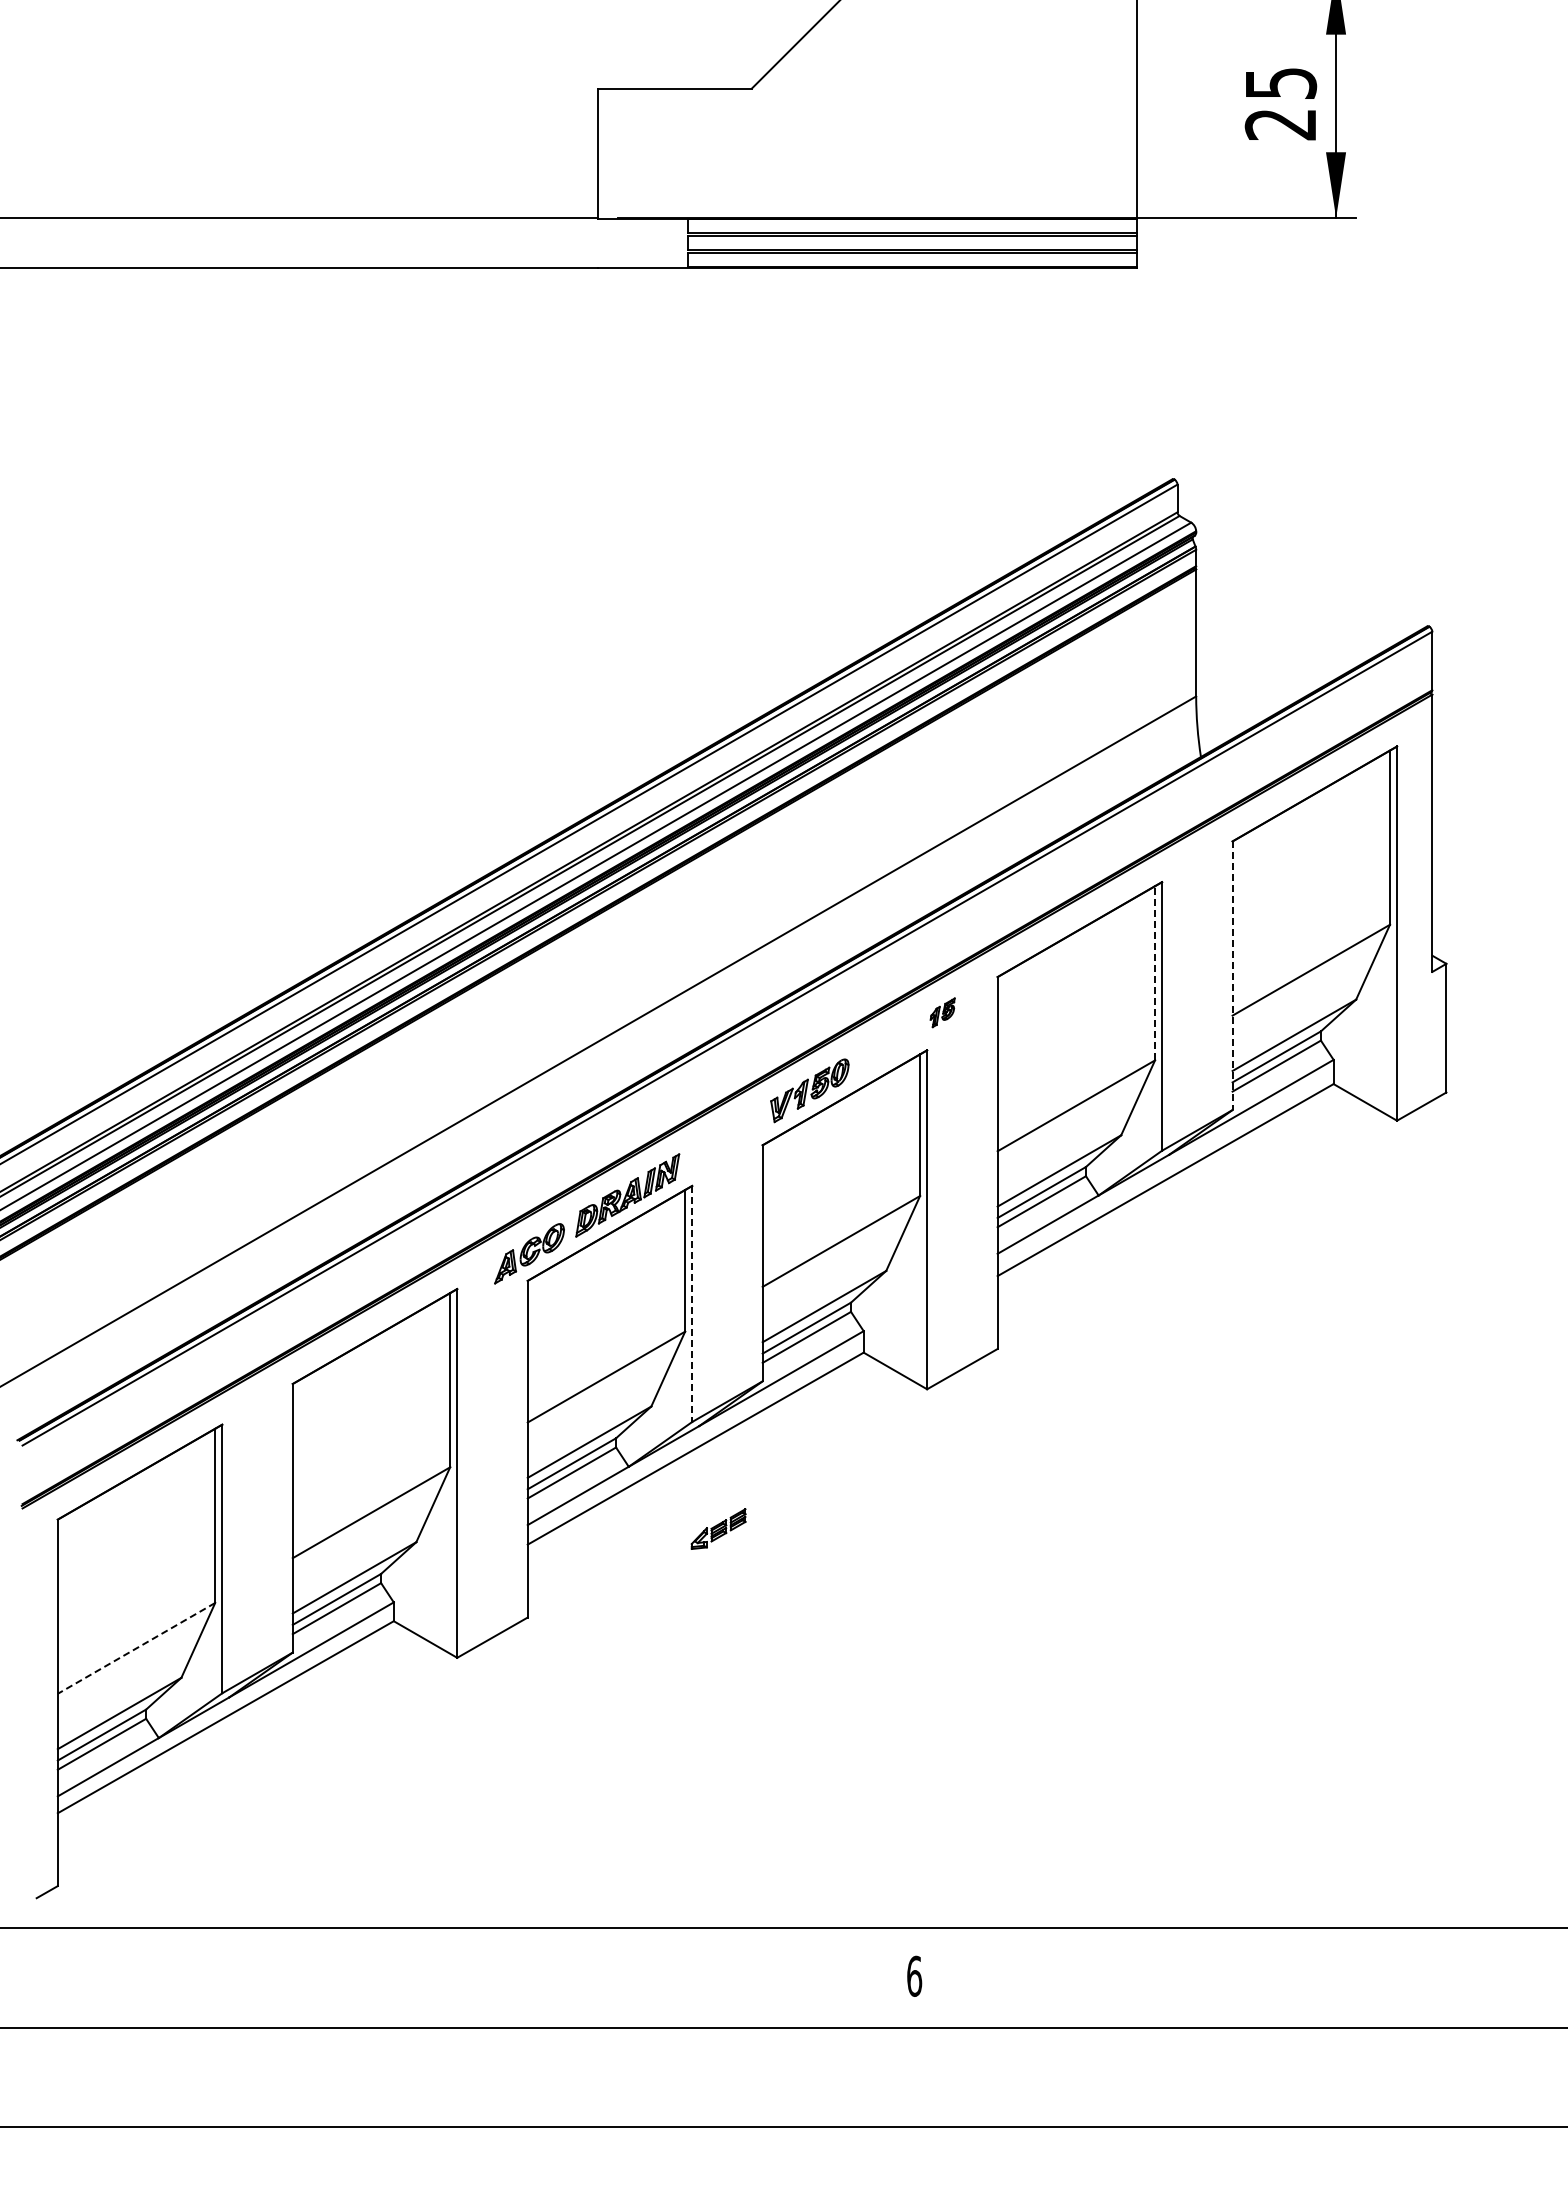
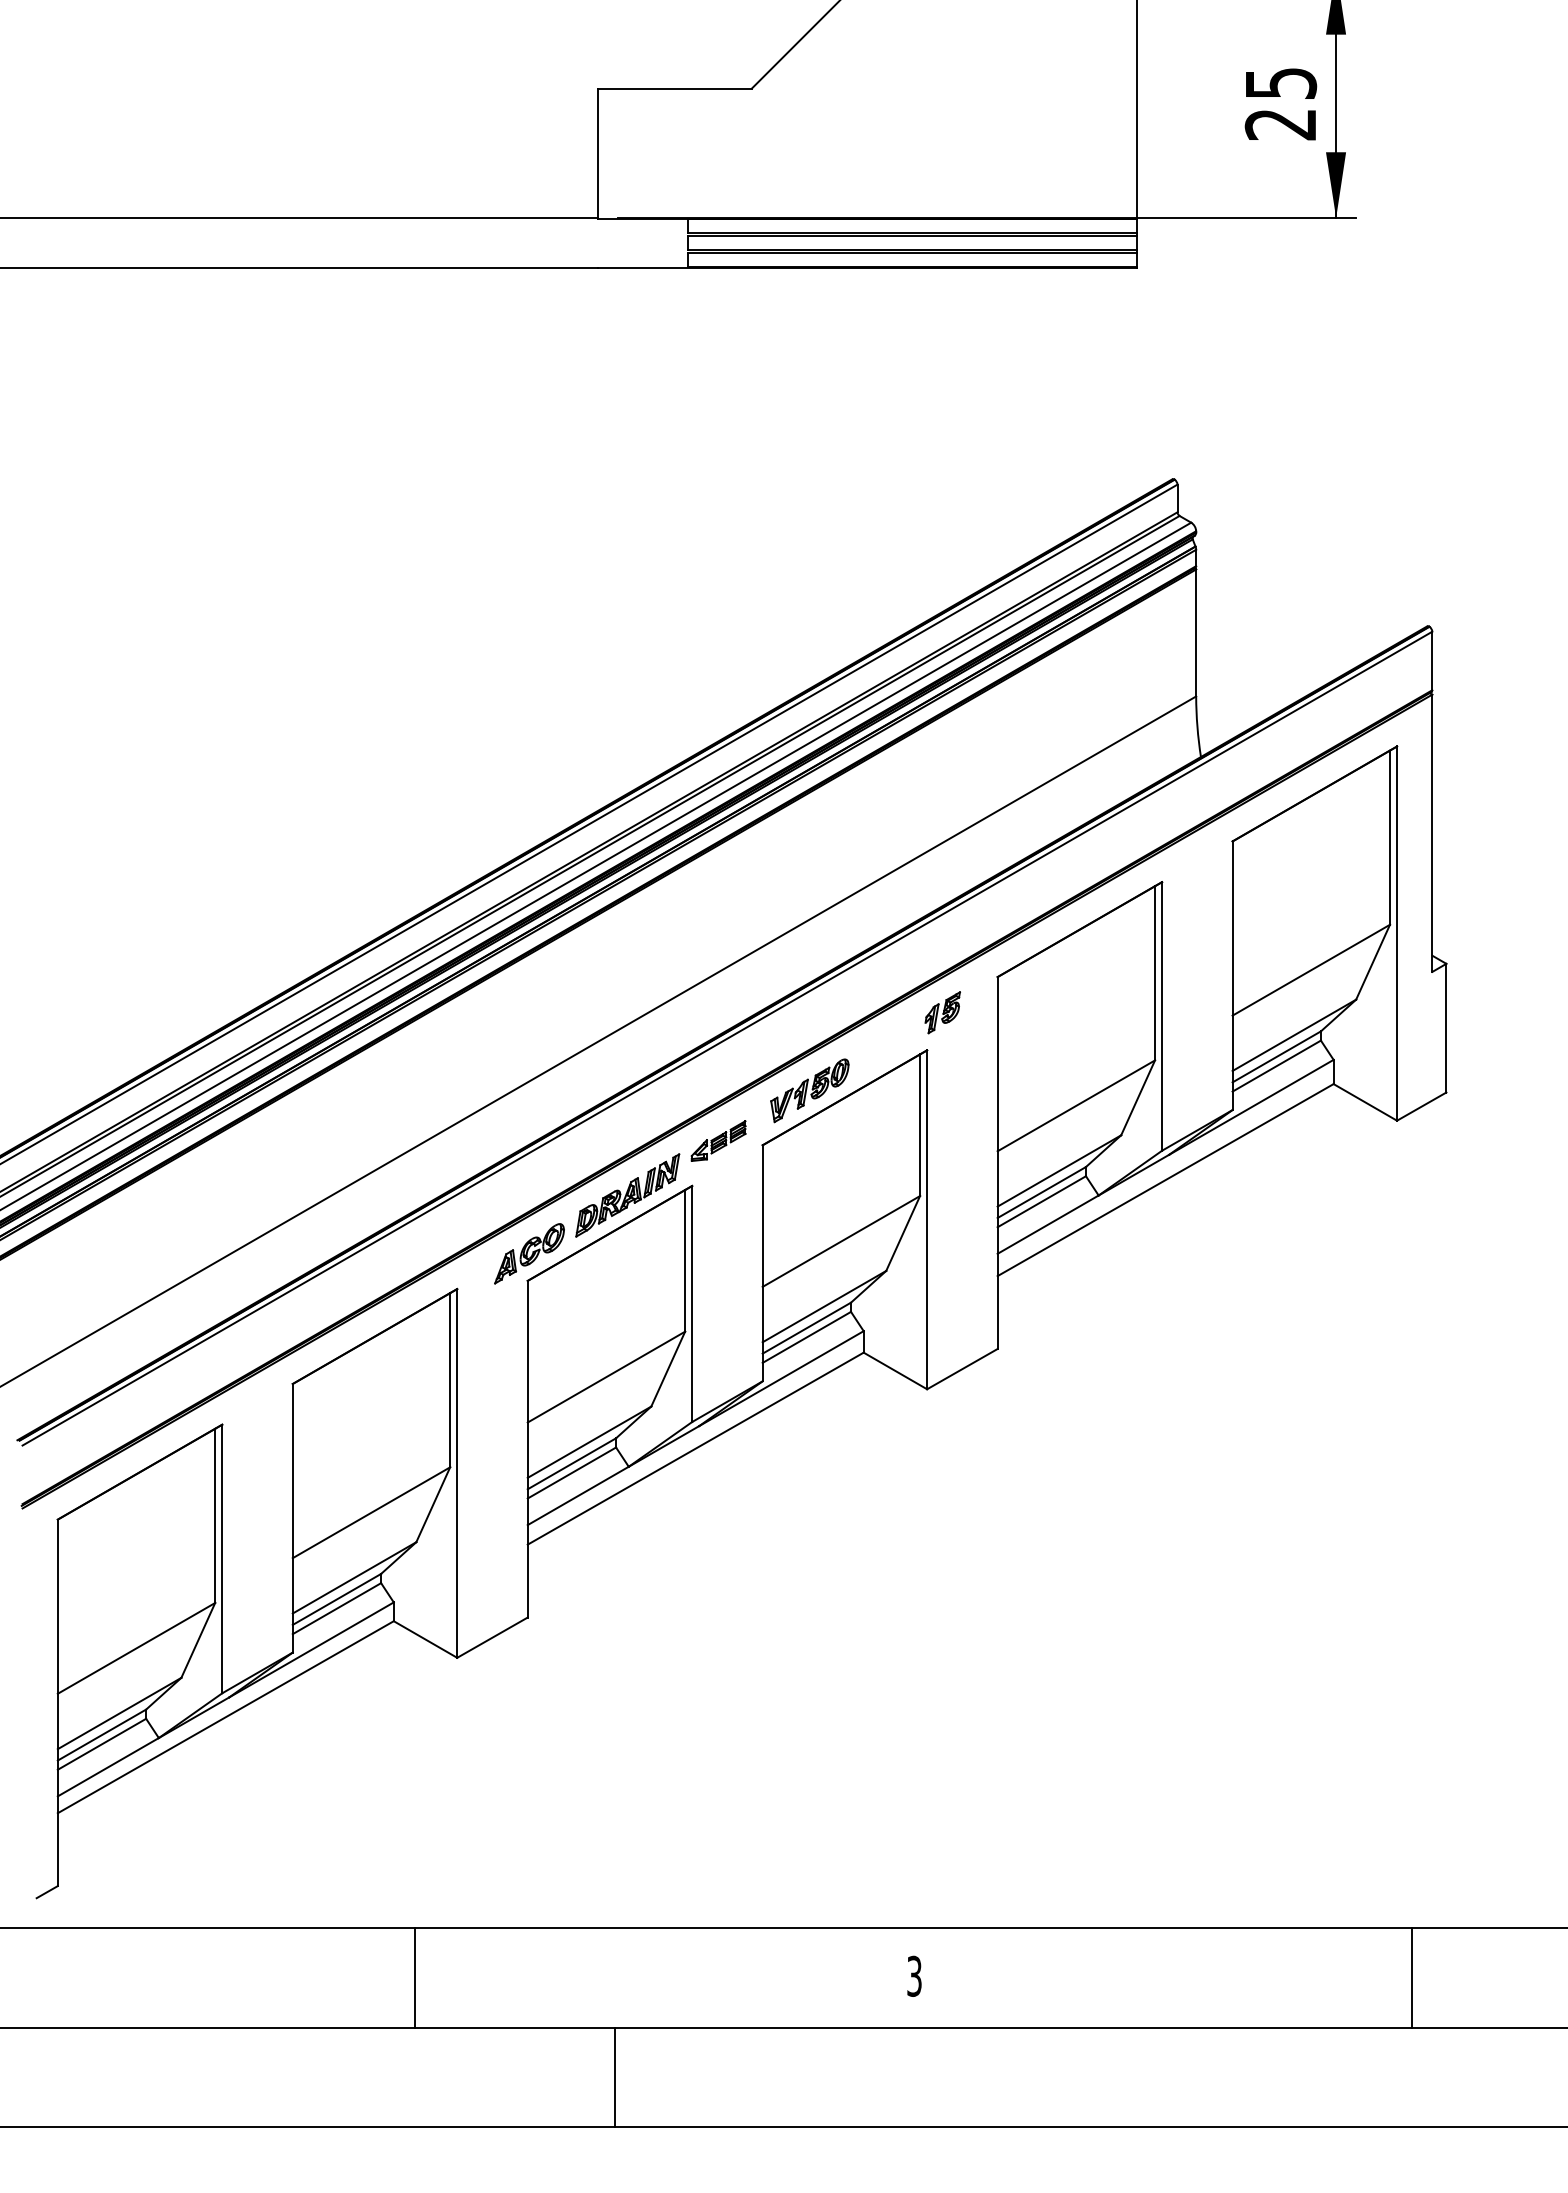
line at (1155, 972): dashed -> solid
line at (1232, 976): dashed -> solid
part at (942, 1012) size: 27x32 px -> 37x44 px
line at (692, 1304): dashed -> solid
part at (718, 1528) position: (718, 1528) -> (718, 1140)
line at (136, 1648): dashed -> solid
text at (914, 1975): 6 -> 3
line at (415, 1977): none -> present
line at (1412, 1977): none -> present
line at (614, 2077): none -> present
